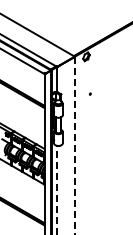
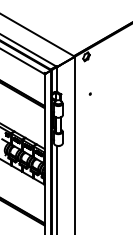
line at (74, 145): dashed -> solid
line at (57, 189): dashed -> solid
